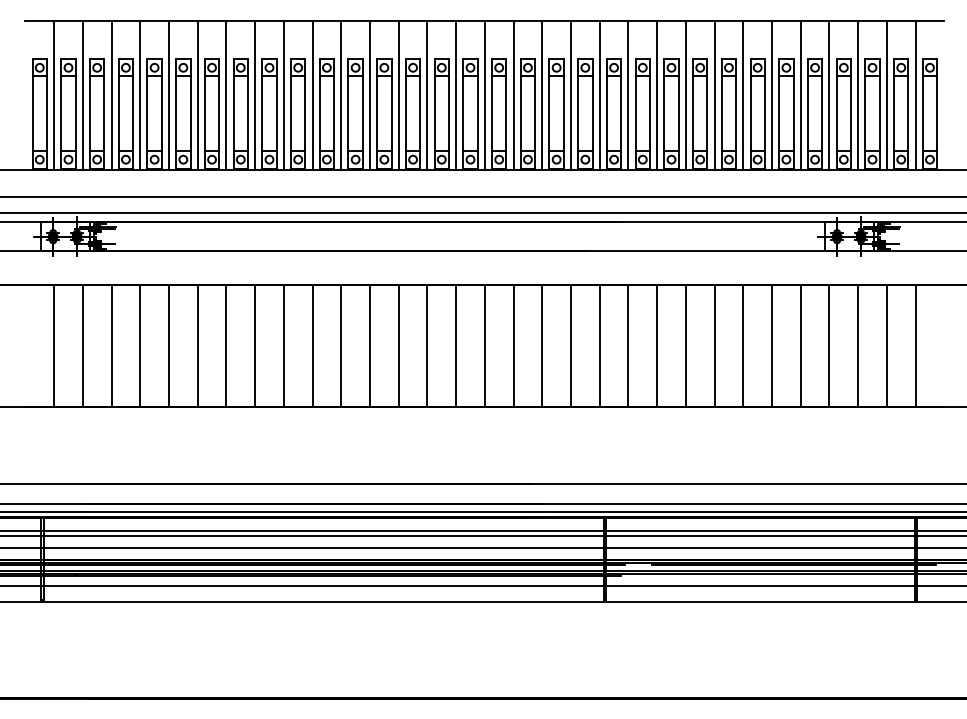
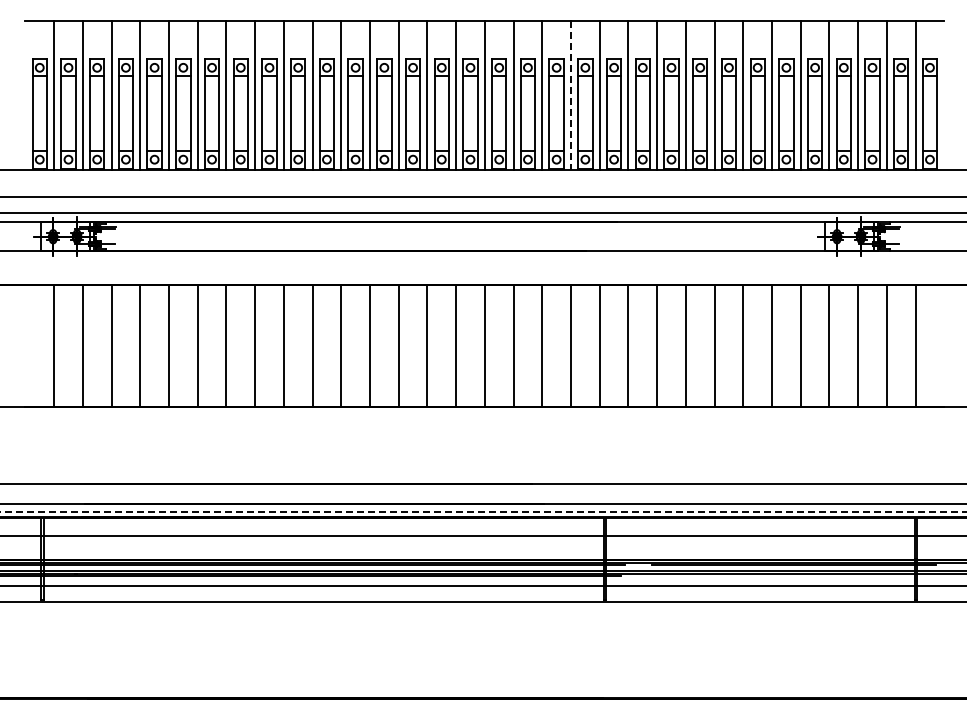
line at (571, 96): solid -> dashed
line at (484, 511): solid -> dashed
line at (482, 531): present -> none
line at (482, 547): present -> none
